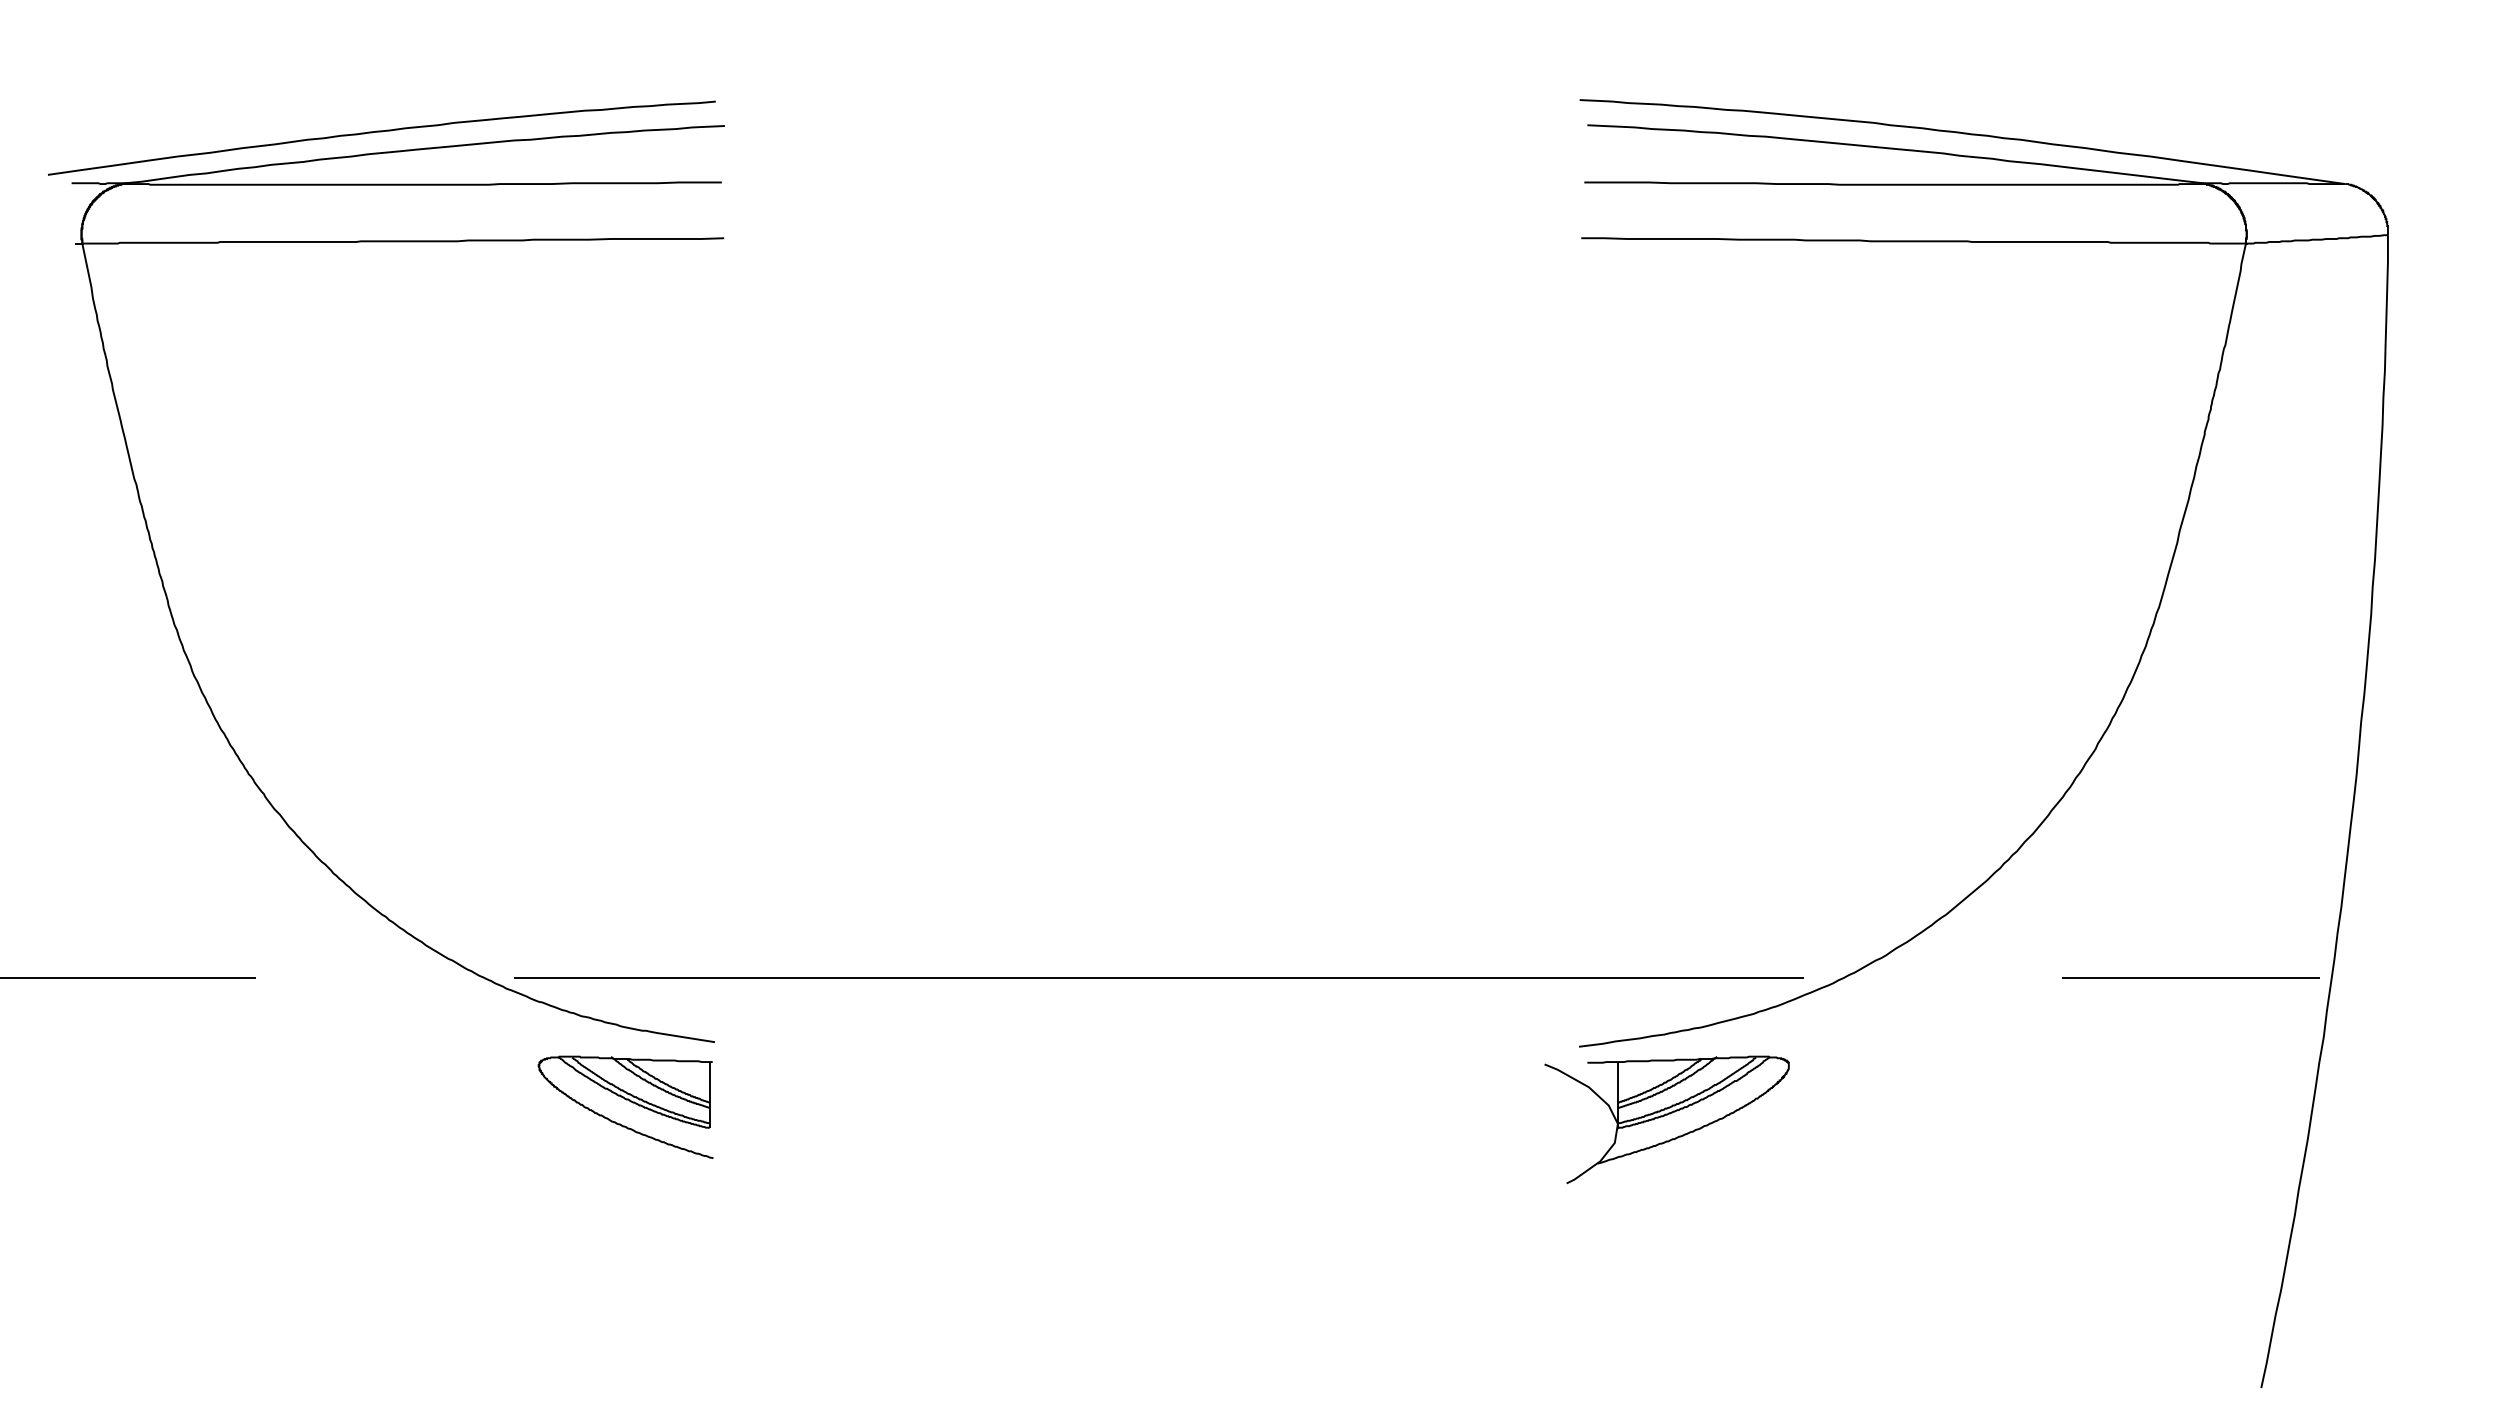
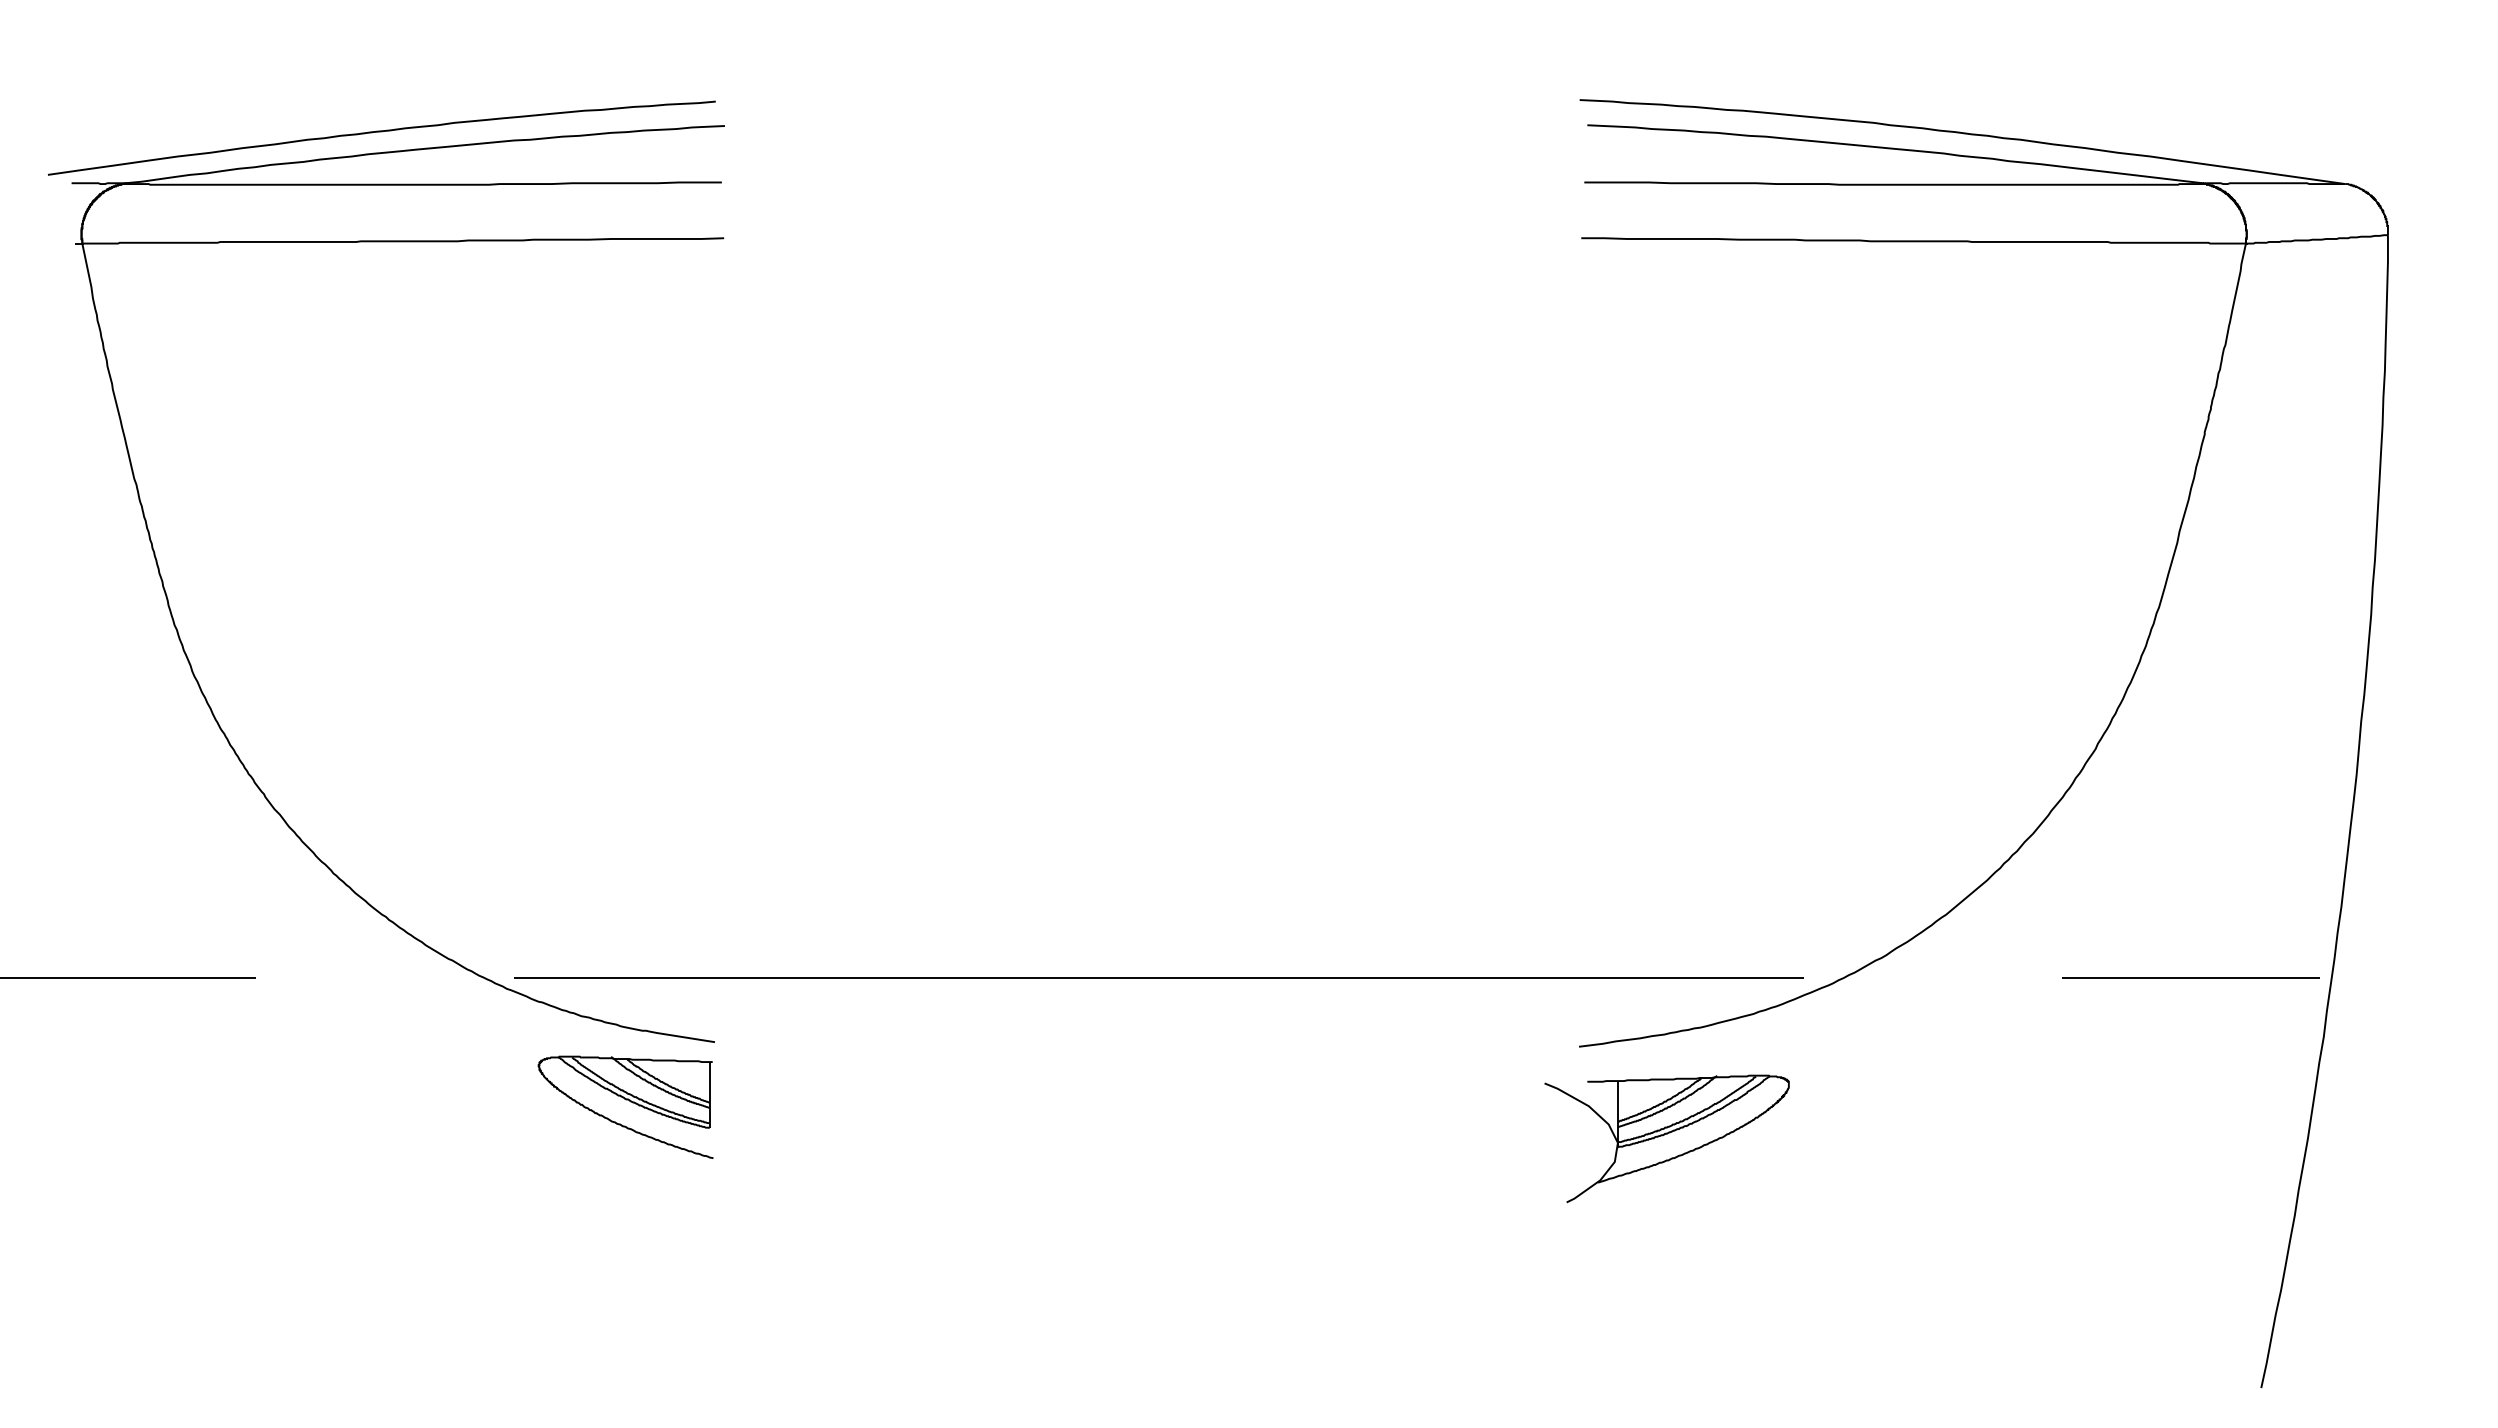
part at (1666, 1119) position: (1666, 1119) -> (1666, 1138)
